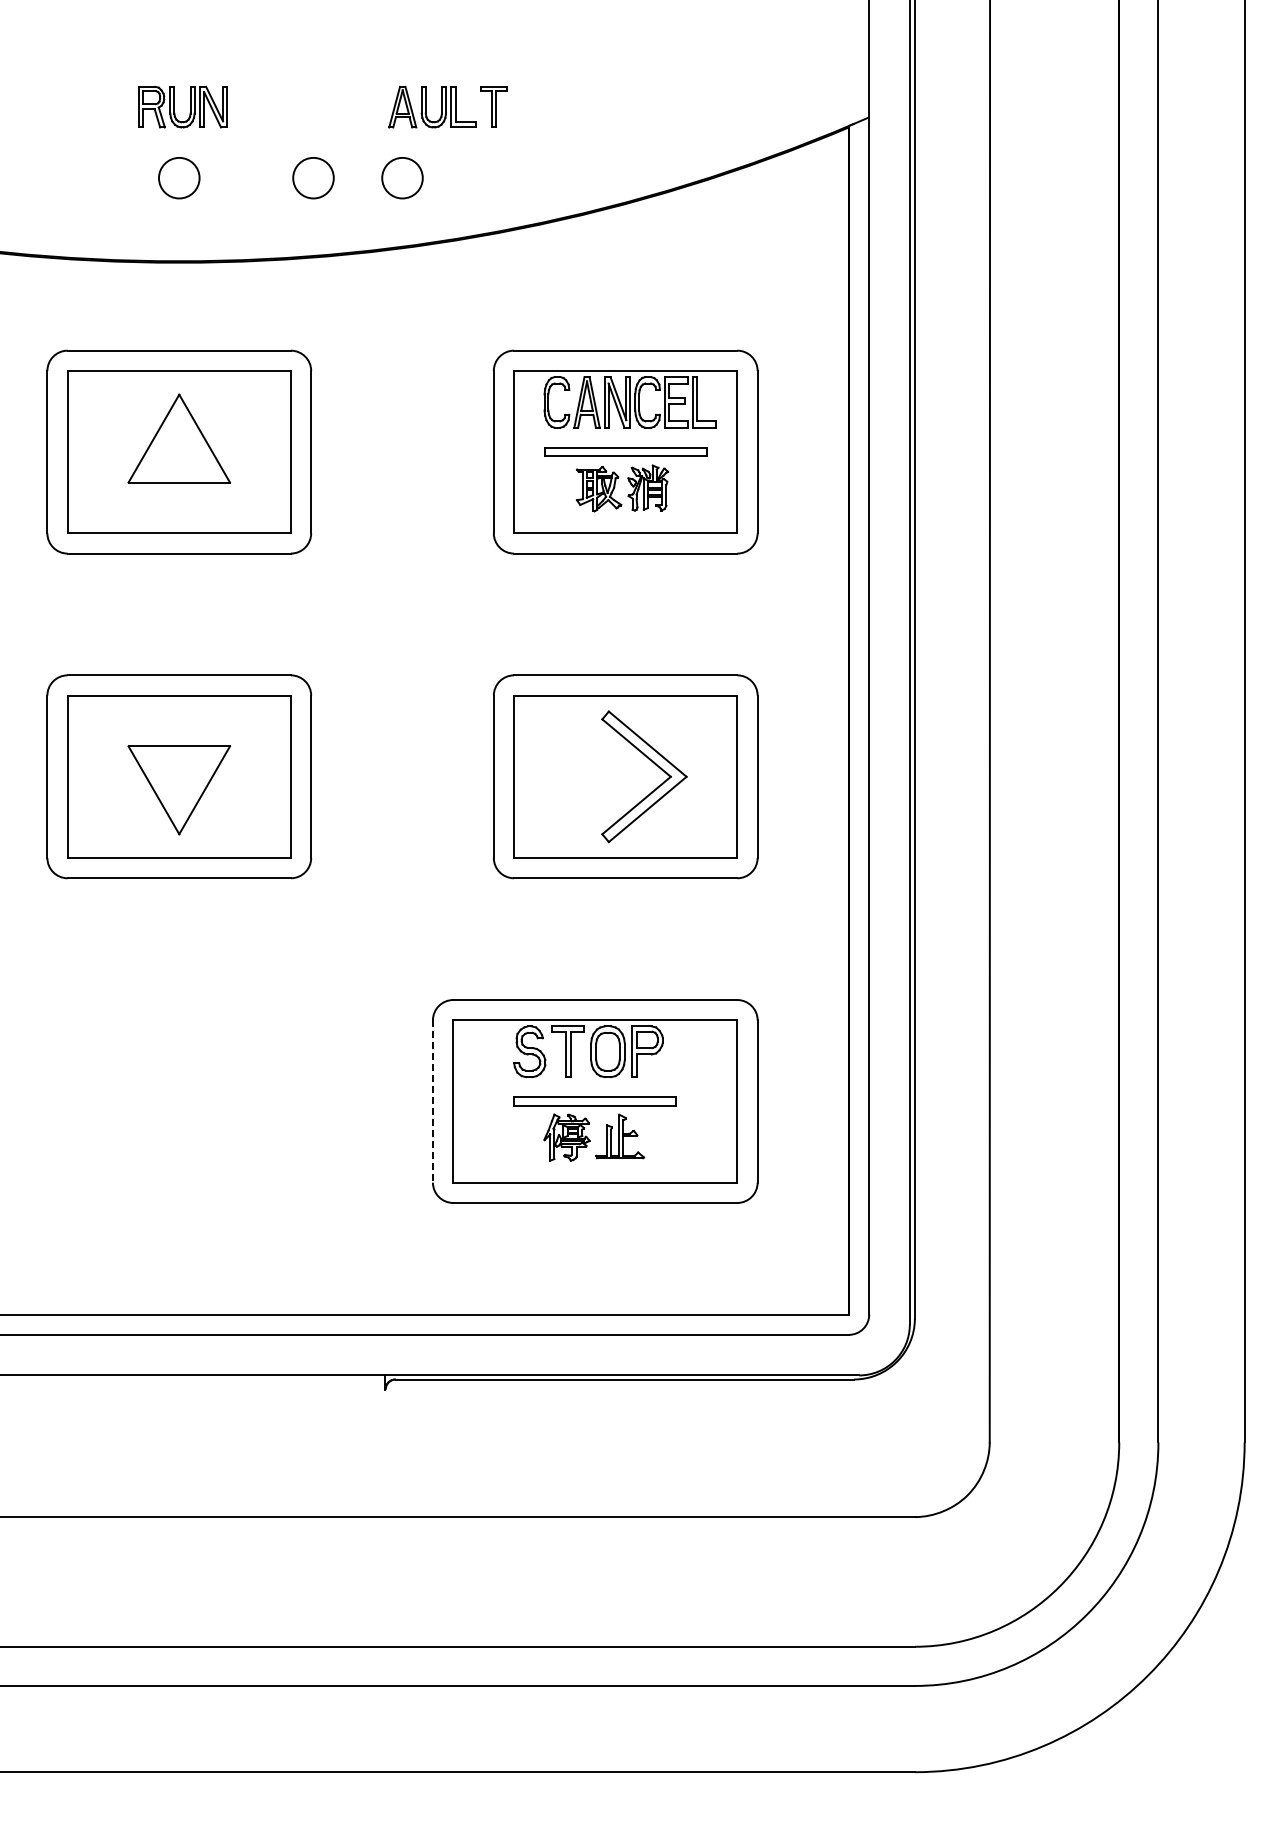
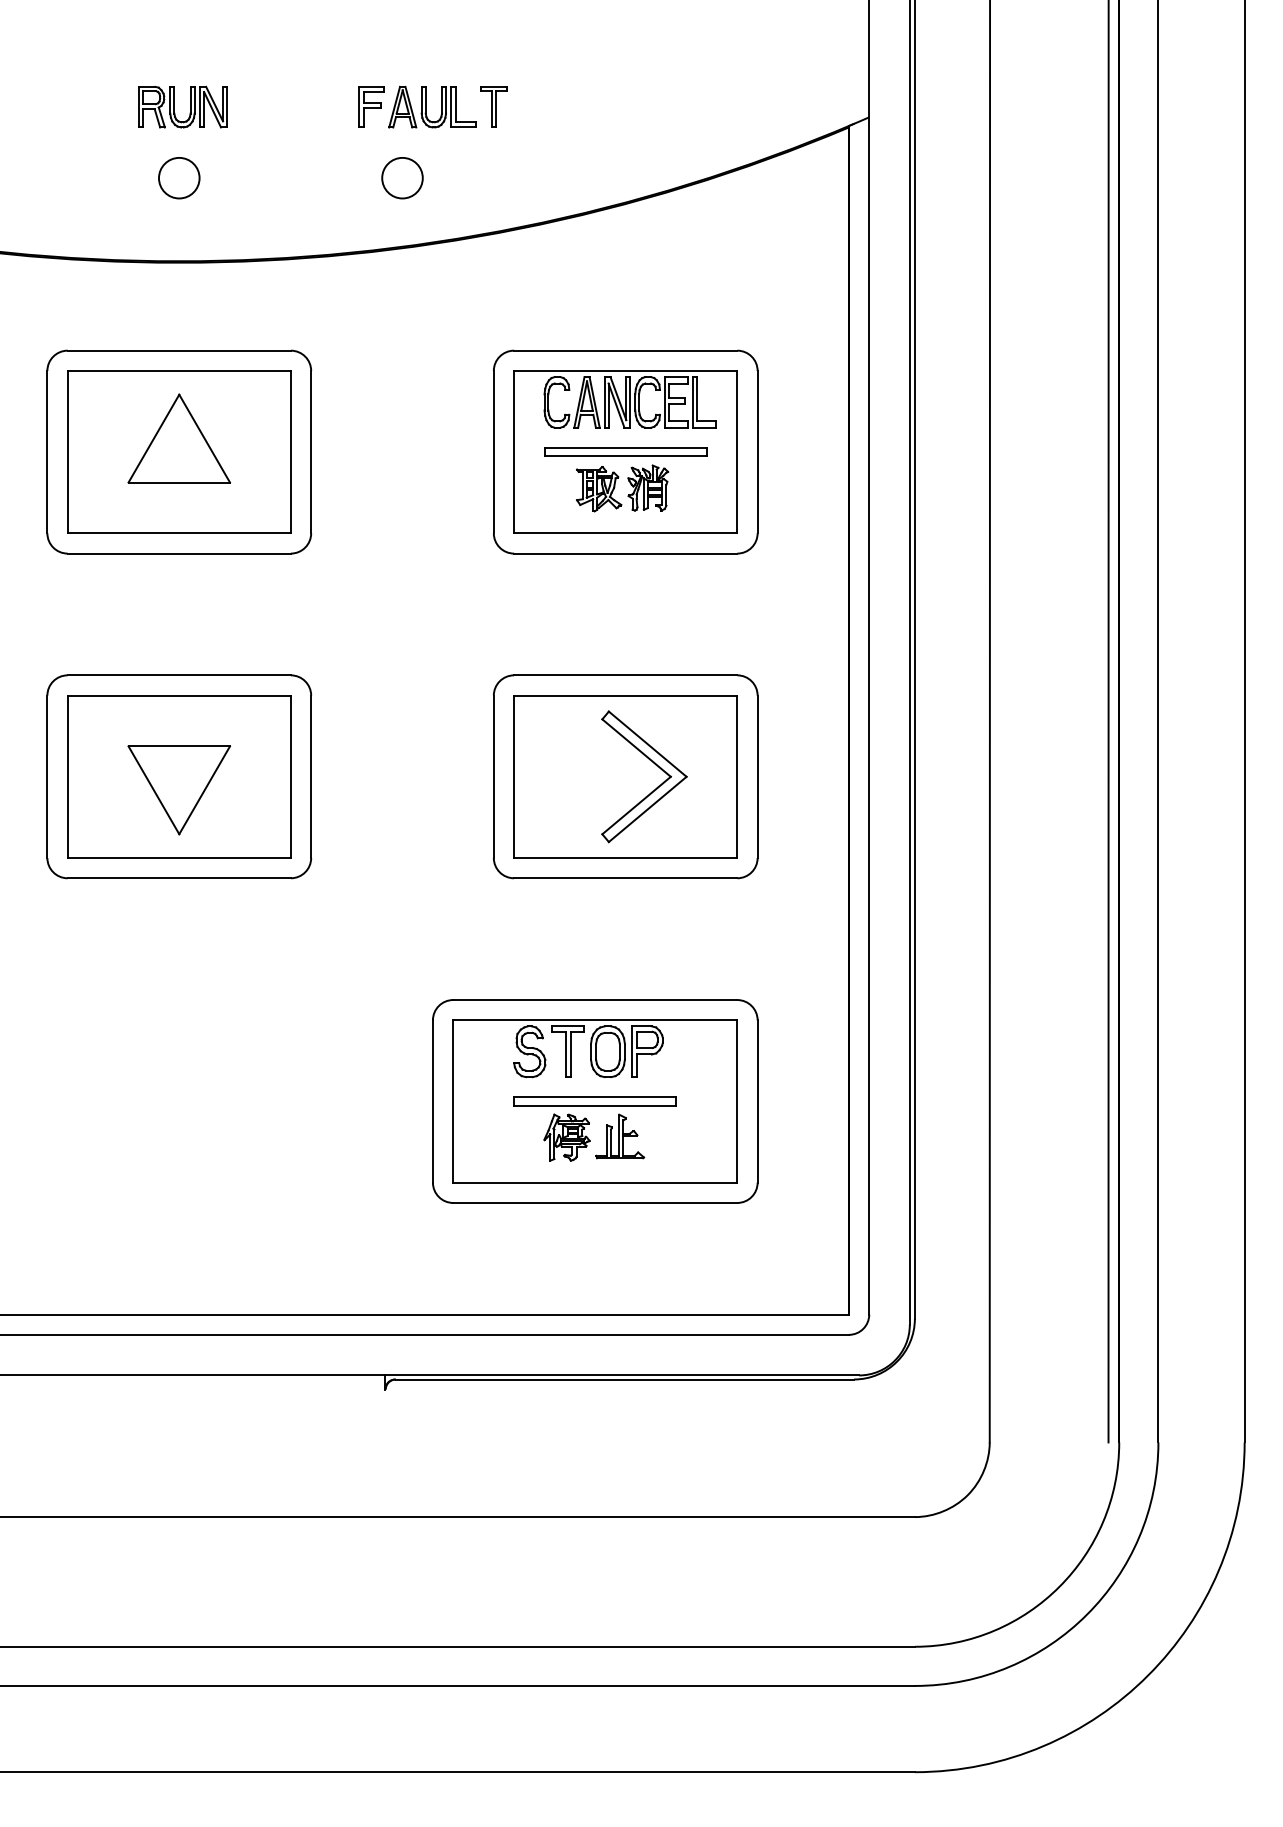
part at (371, 106): none -> present
circle at (313, 178): present -> none
line at (1108, 722): none -> present
line at (432, 1102): dashed -> solid
